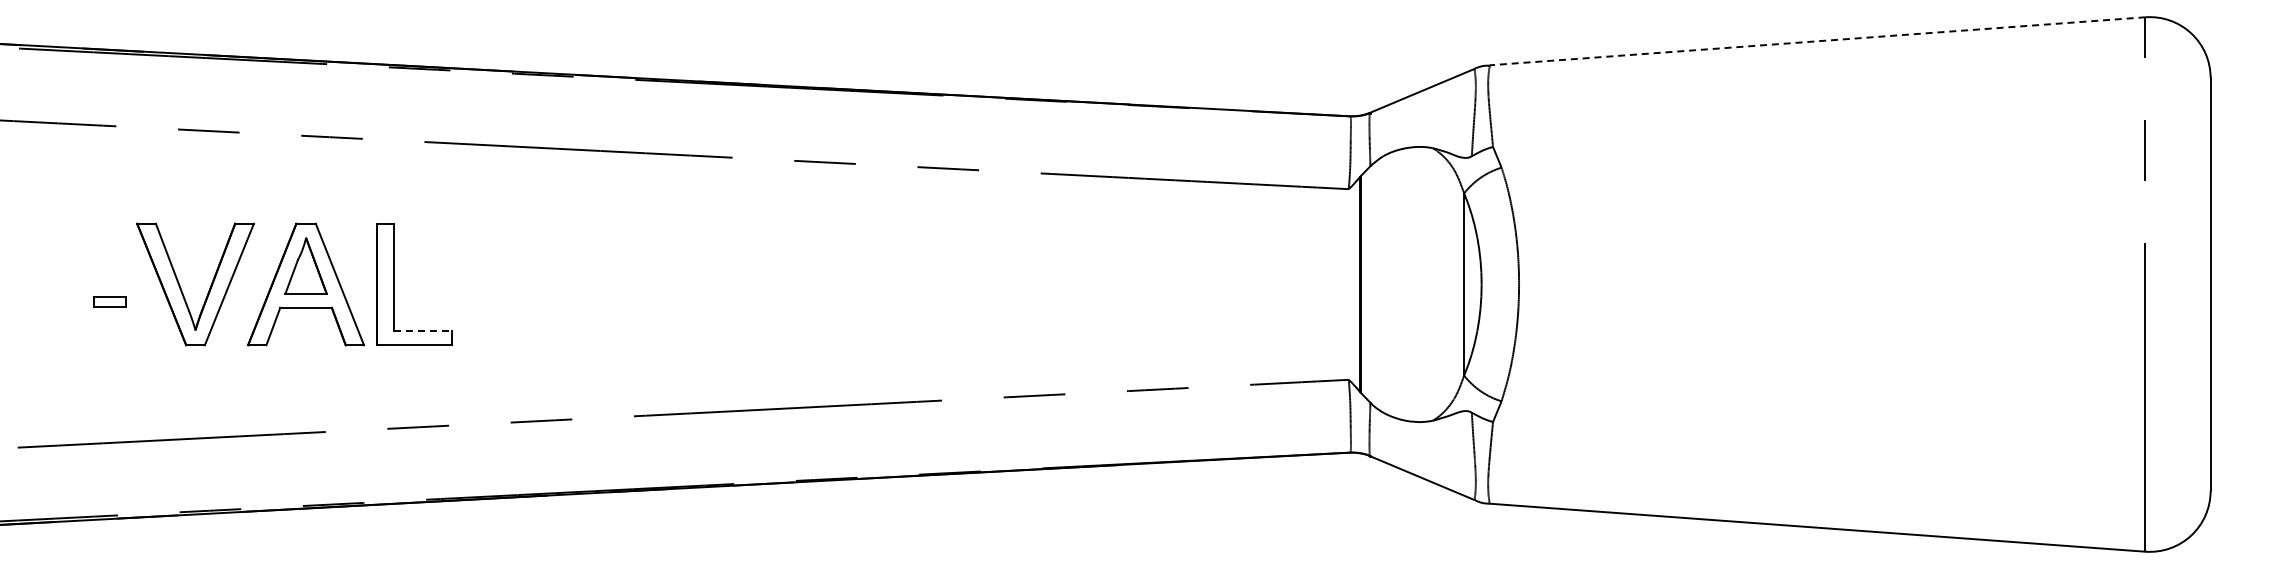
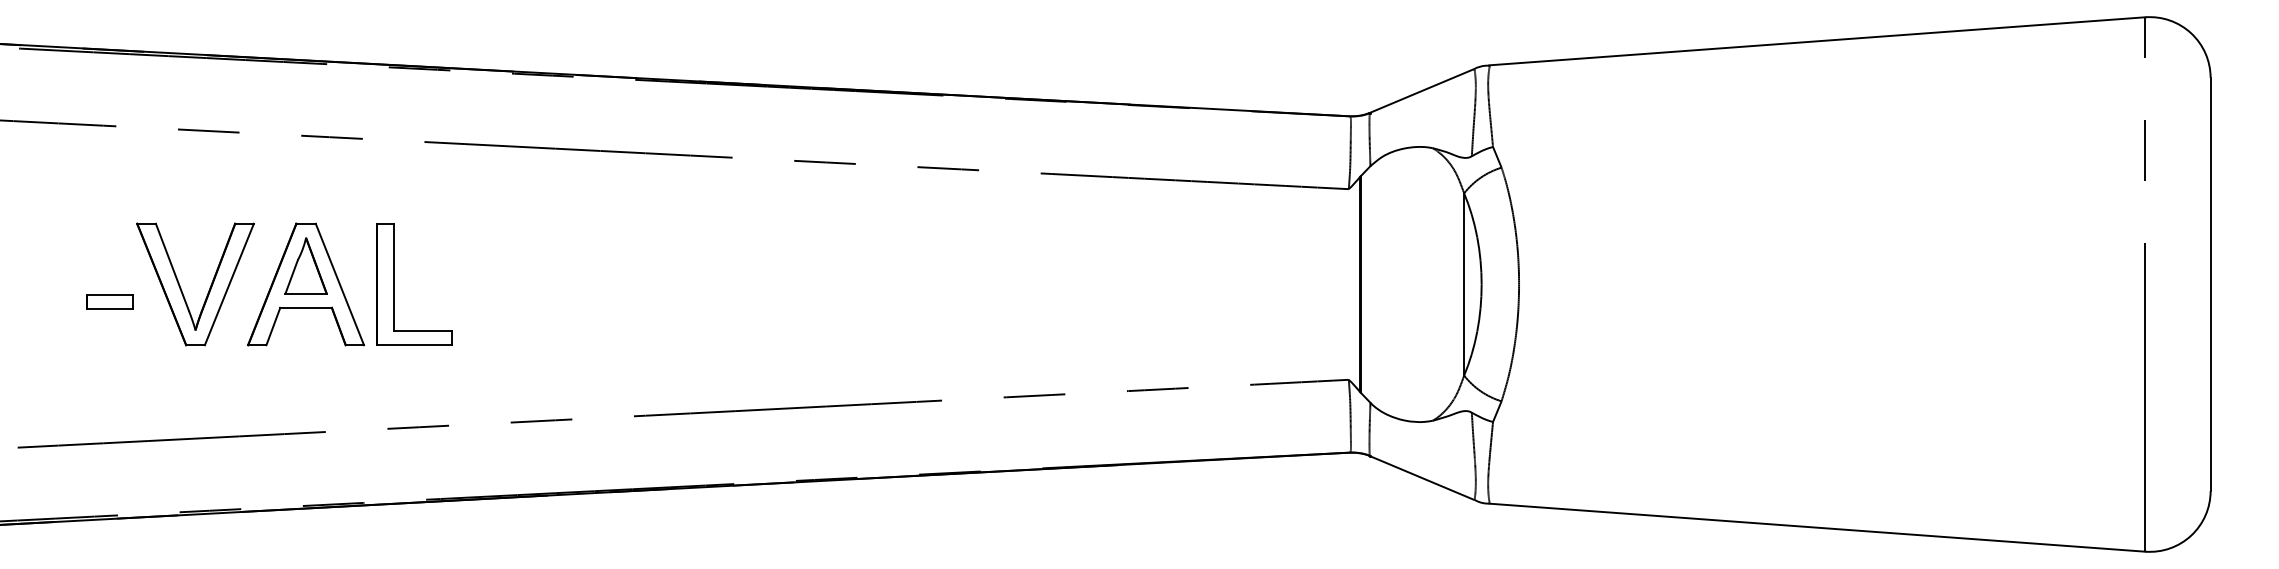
line at (1817, 41): dashed -> solid
part at (109, 301) size: 34x12 px -> 48x16 px
line at (422, 331): dashed -> solid
